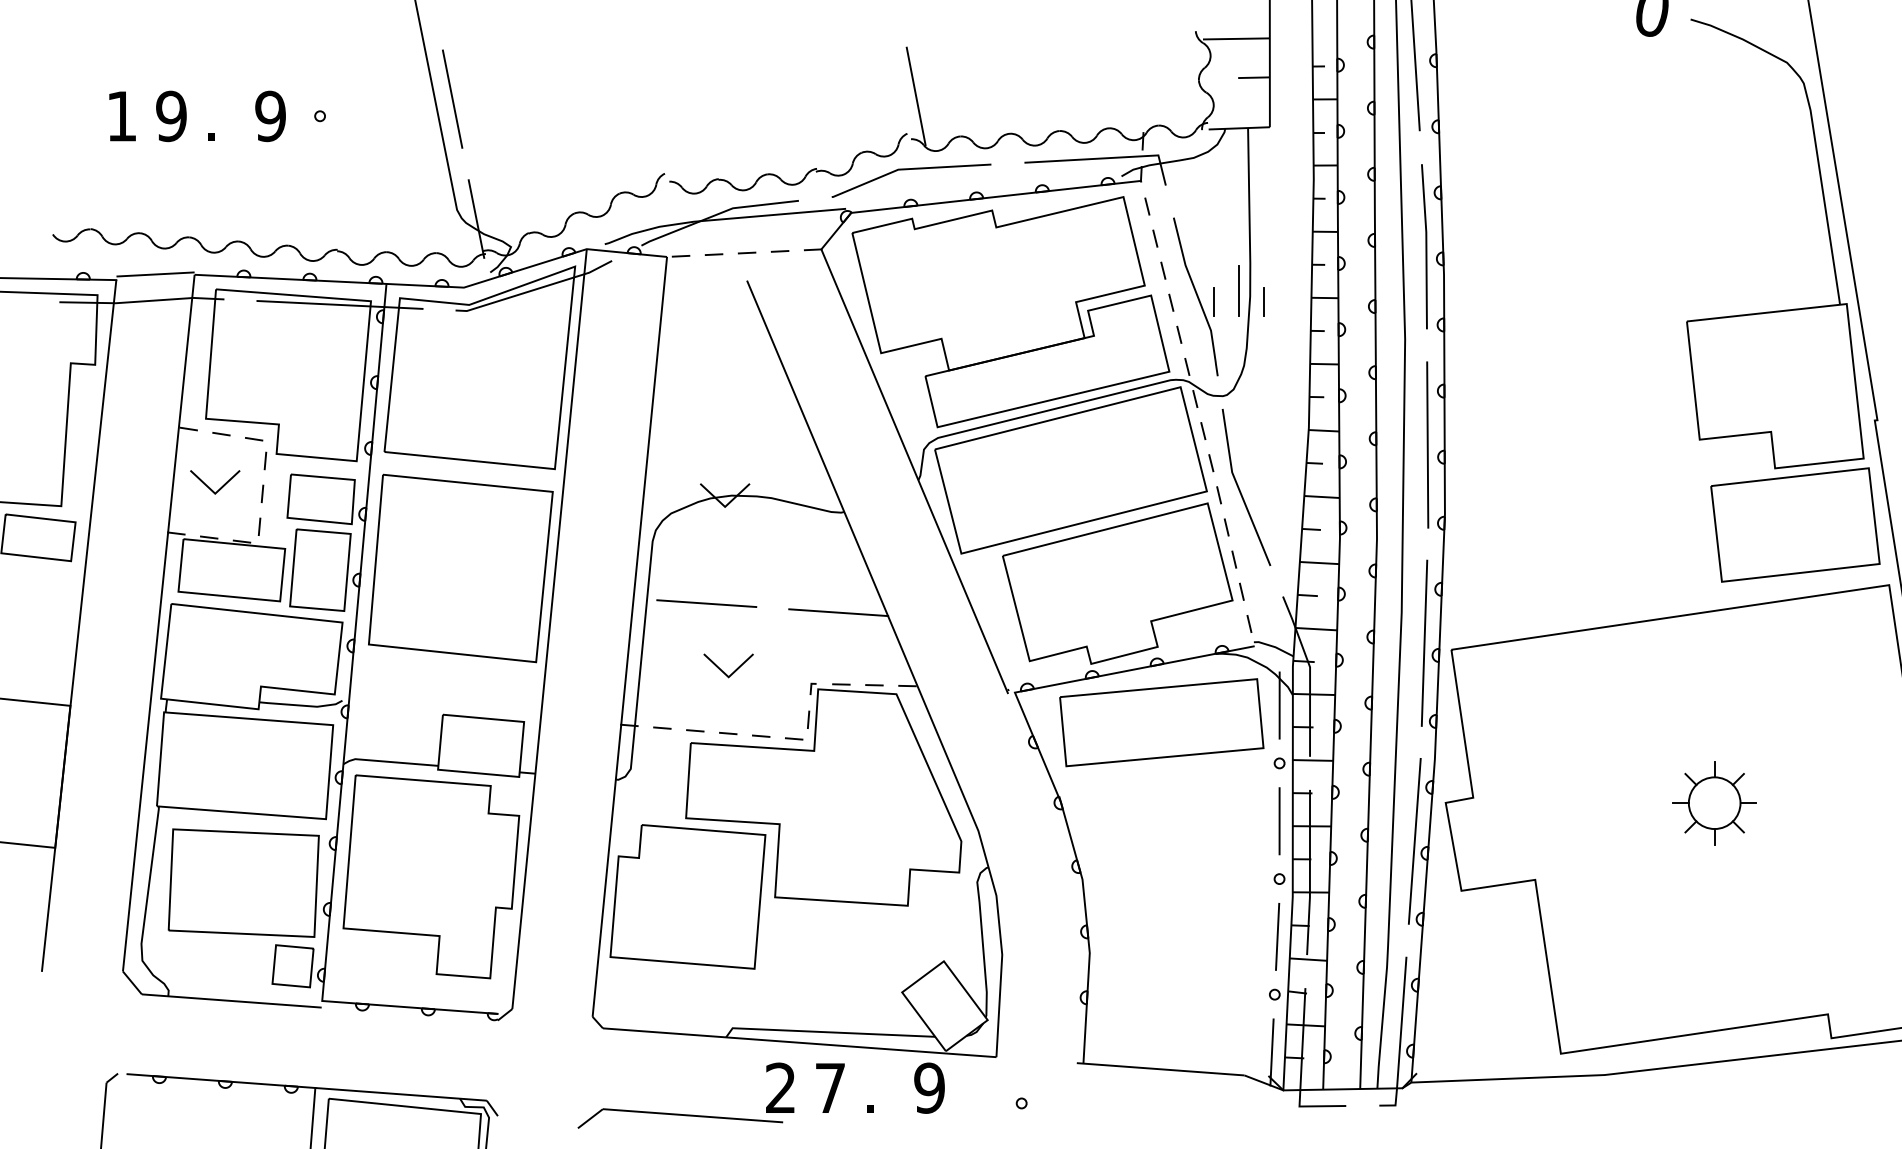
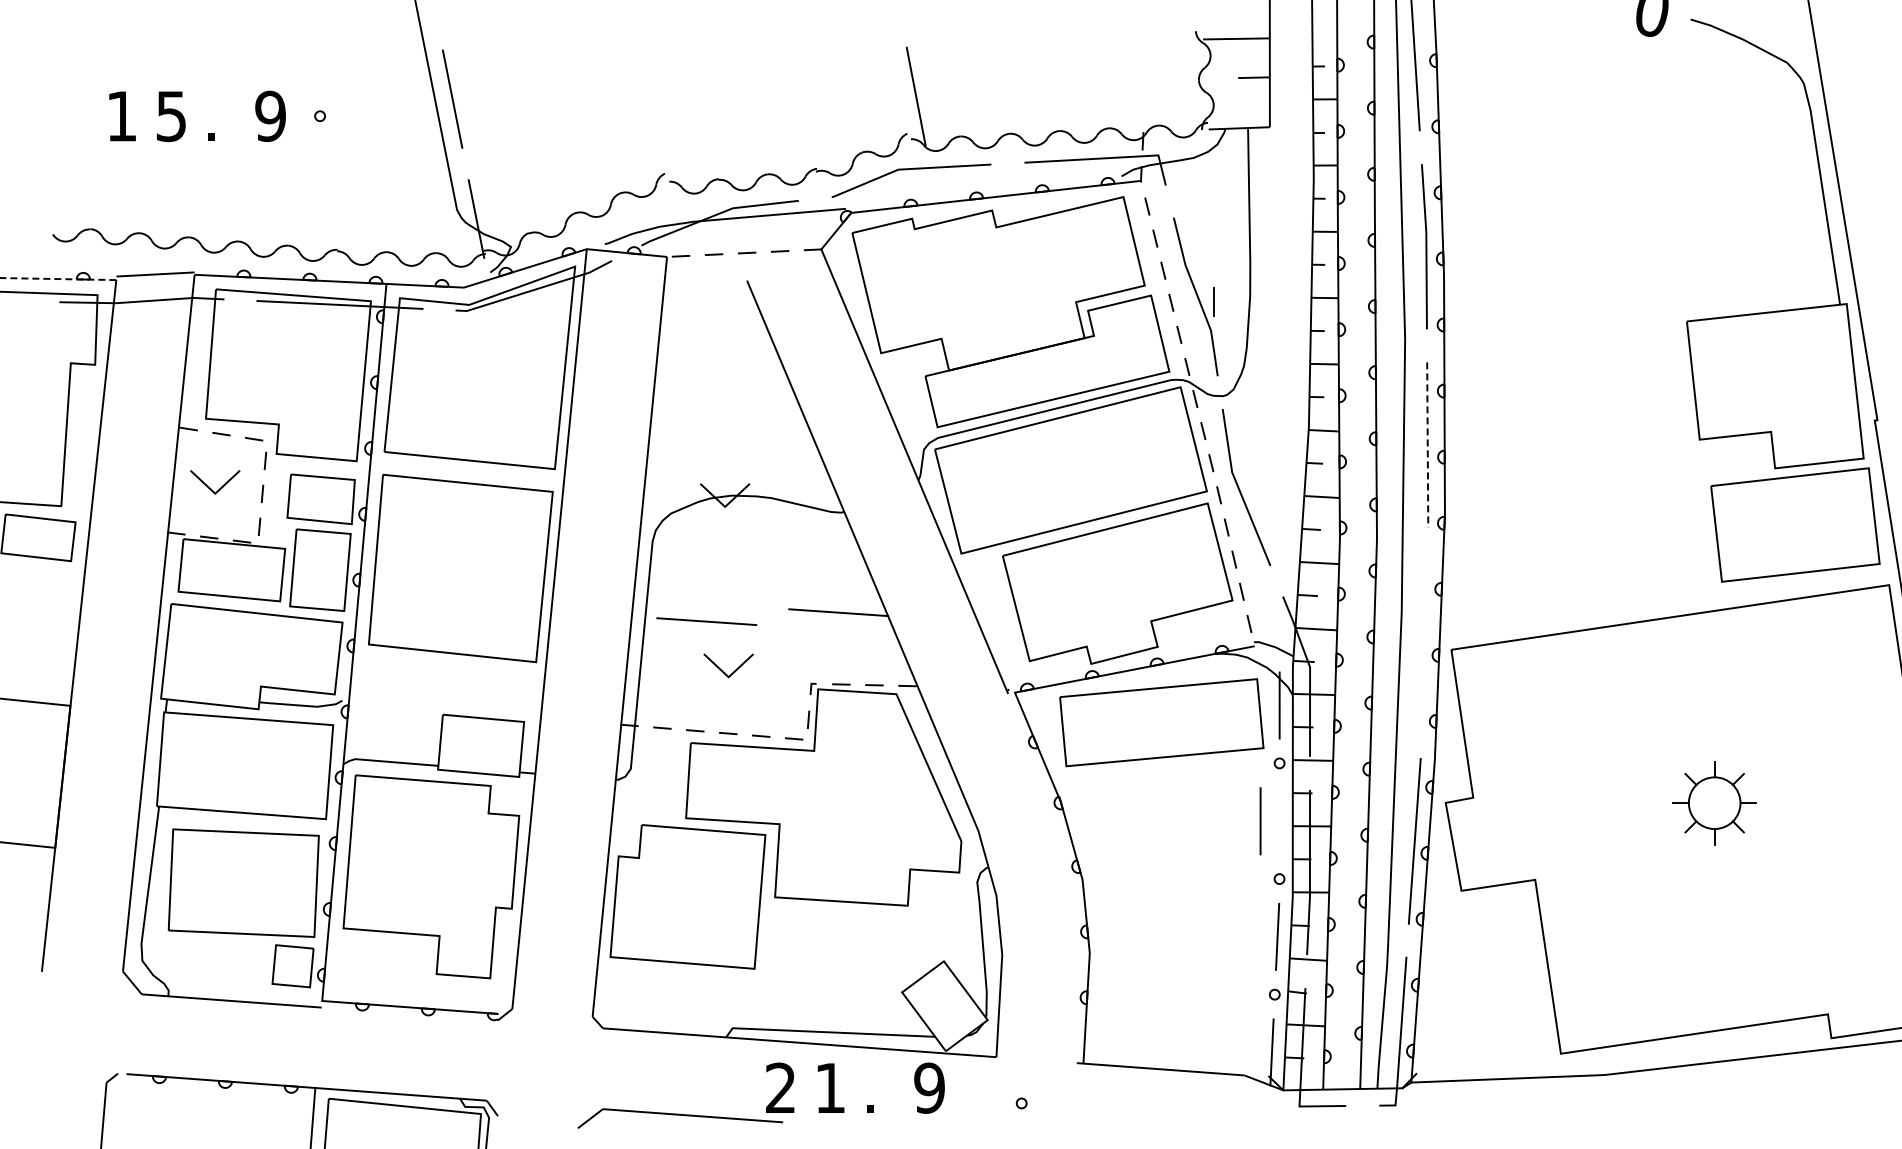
text at (171, 115): 9 -> 5
line at (58, 279): solid -> dashed
line at (1238, 290): present -> none
line at (1263, 301): present -> none
line at (1427, 445): solid -> dashed
line at (706, 603) position: (706, 603) -> (706, 621)
line at (1424, 642): present -> none
line at (1279, 821) position: (1279, 821) -> (1260, 821)
text at (830, 1087): 7 -> 1
